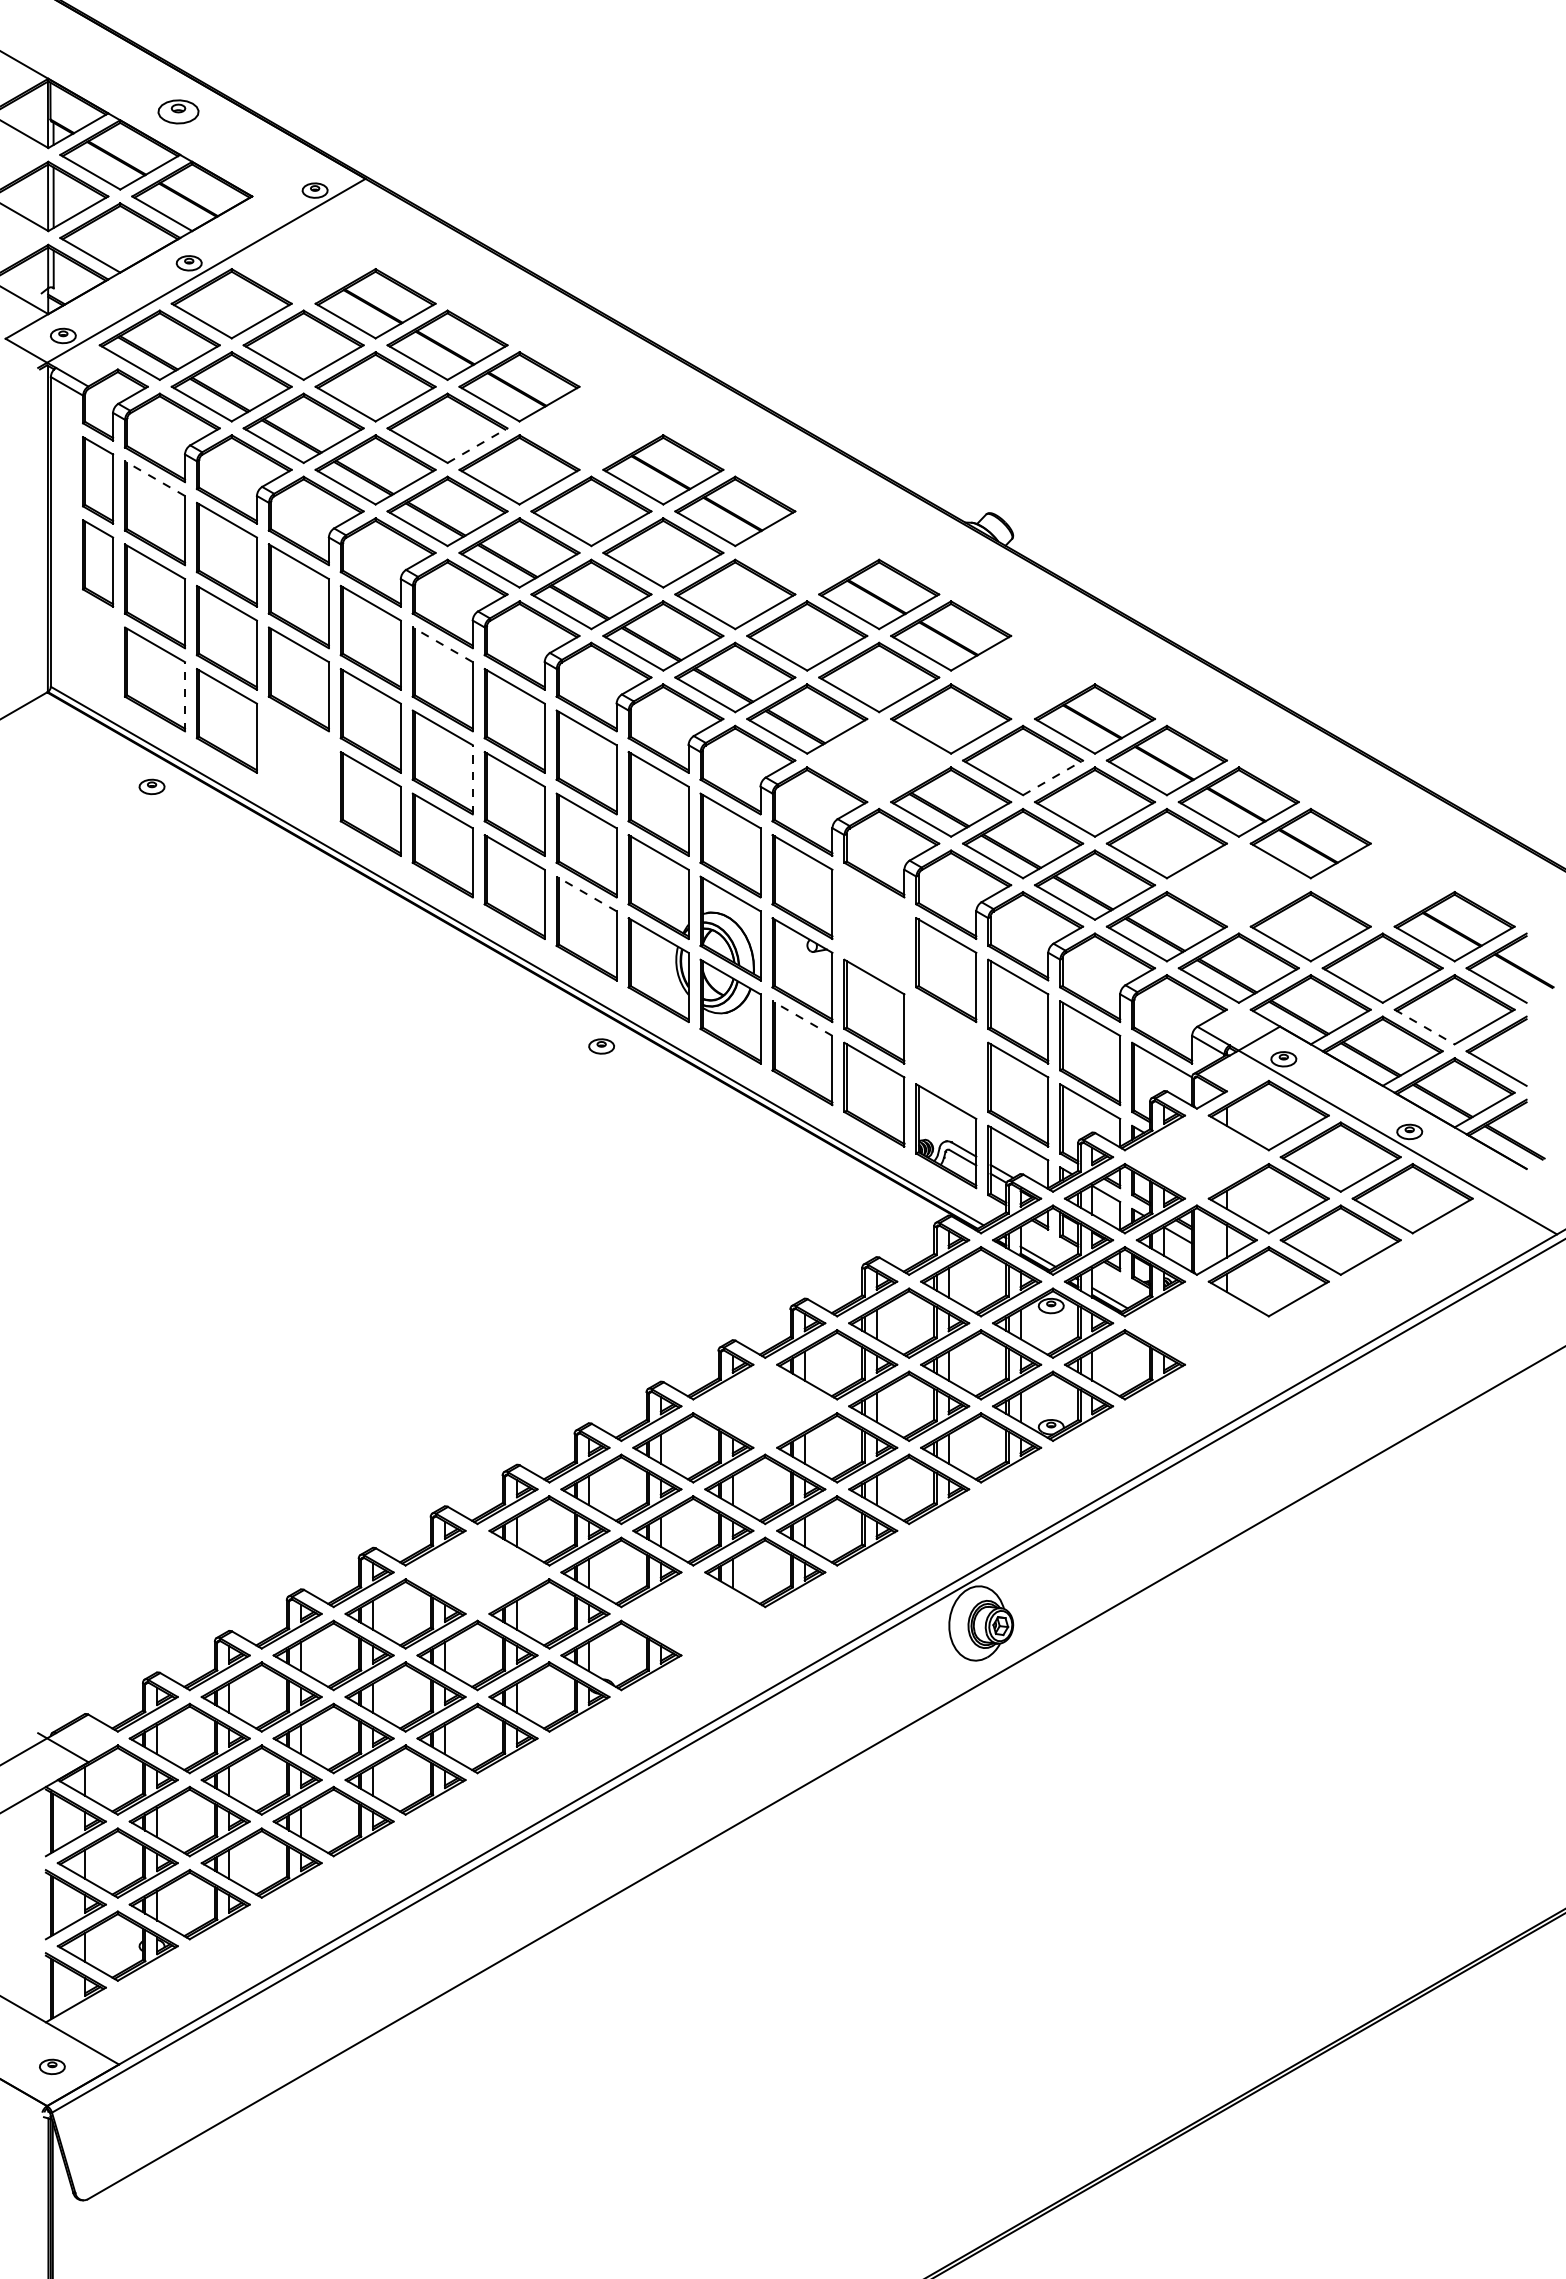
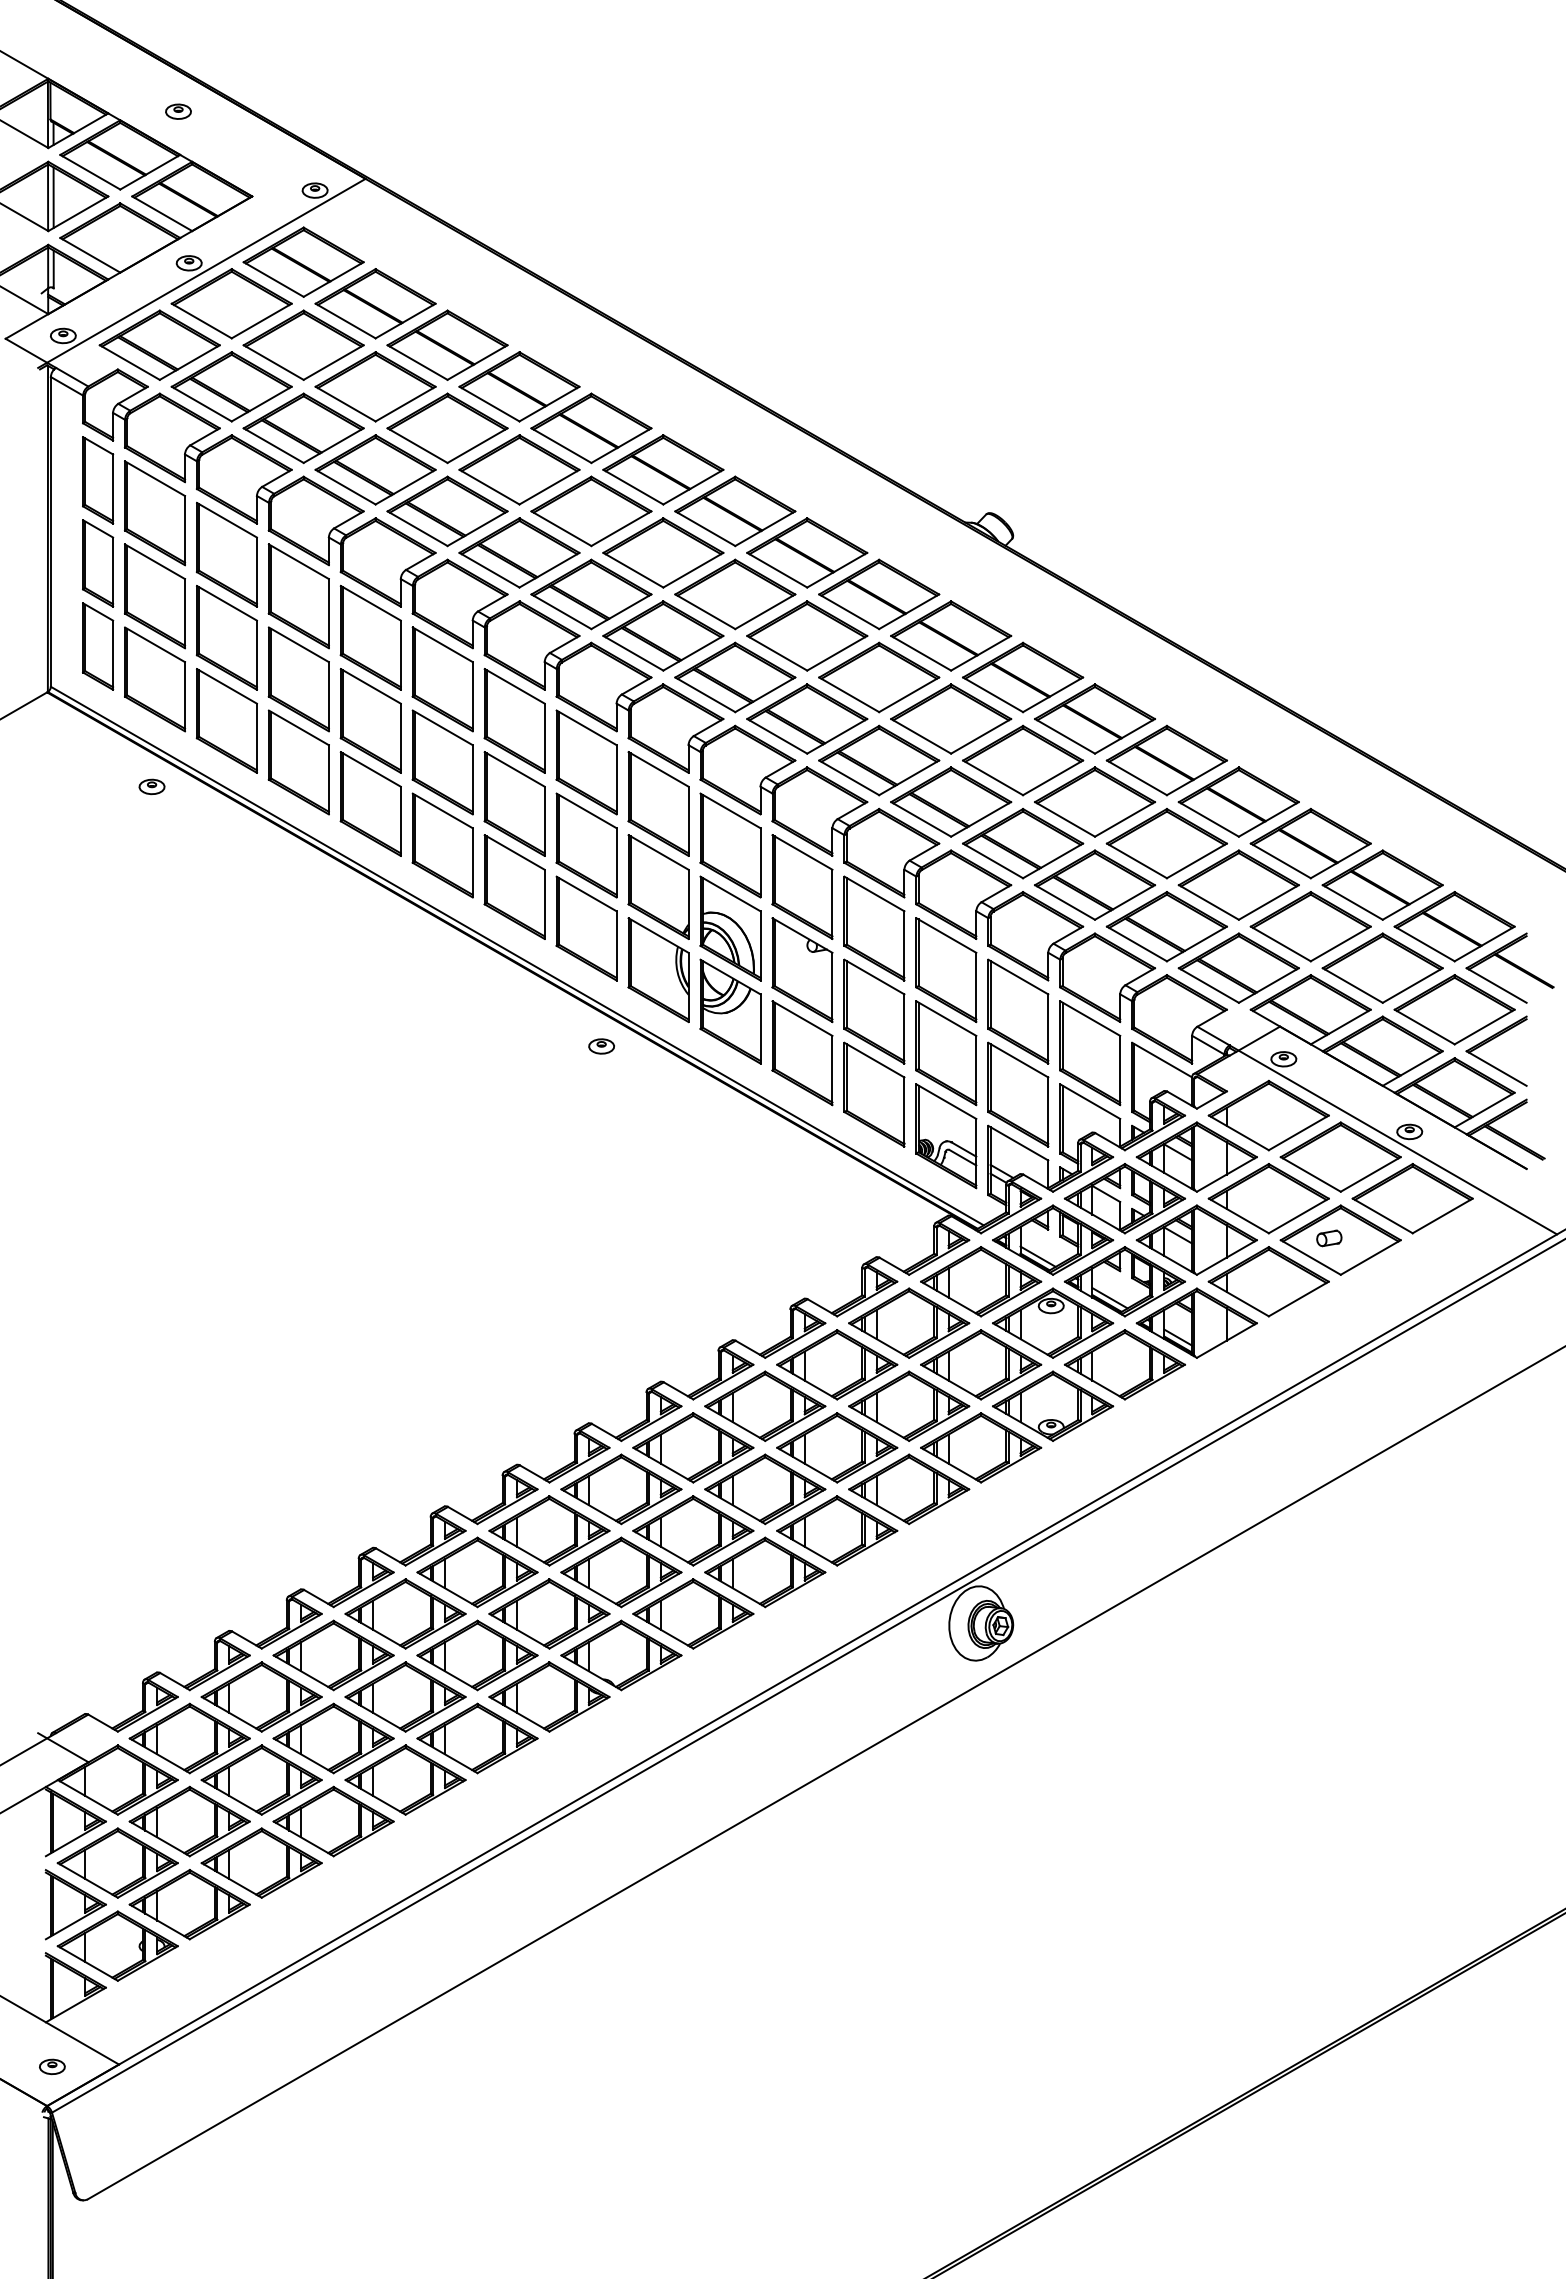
part at (178, 111) size: 43x26 px -> 27x17 px
part at (303, 261): none -> present
part at (591, 428): none -> present
line at (477, 445): dashed -> solid
line at (155, 478): dashed -> solid
part at (807, 552): none -> present
line at (442, 644): dashed -> solid
part at (98, 646): none -> present
part at (1023, 677): none -> present
line at (185, 696): dashed -> solid
part at (879, 760): none -> present
part at (298, 762): none -> present
line at (1053, 777): dashed -> solid
line at (472, 779): dashed -> solid
part at (1238, 884): none -> present
part at (1382, 884): none -> present
line at (586, 894): dashed -> solid
part at (874, 928): none -> present
line at (802, 1018): dashed -> solid
line at (1424, 1027): dashed -> solid
part at (946, 1053): none -> present
part at (1196, 1156): none -> present
part at (1329, 1238): none -> present
part at (1196, 1322): none -> present
part at (765, 1405): none -> present
part at (477, 1572): none -> present
part at (693, 1613): none -> present
